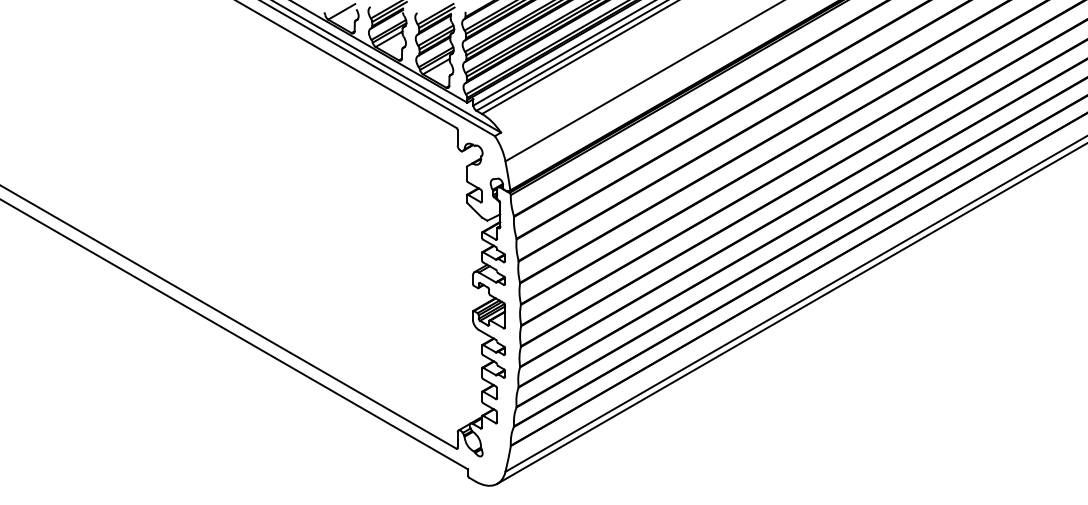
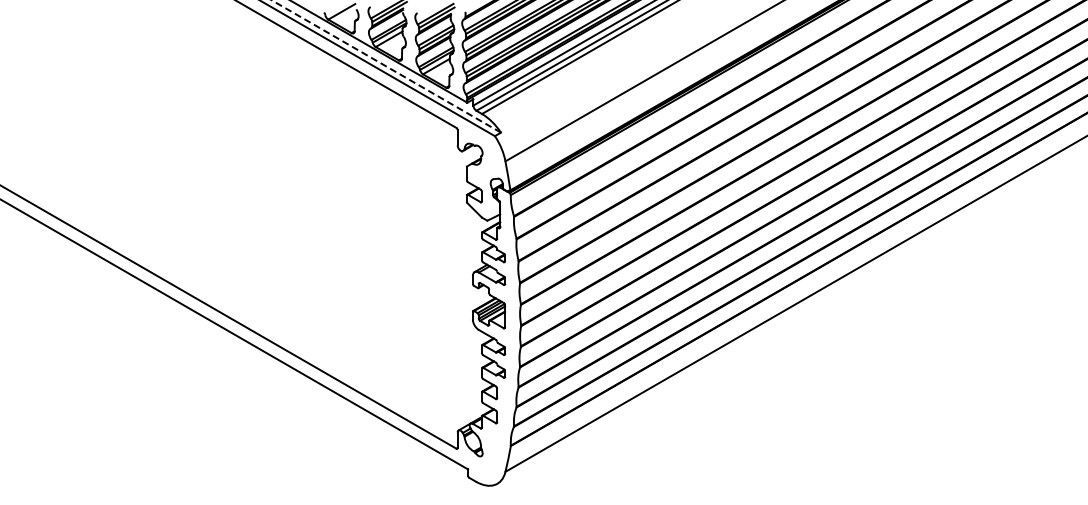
line at (385, 66): solid -> dashed
line at (790, 313): present -> none
